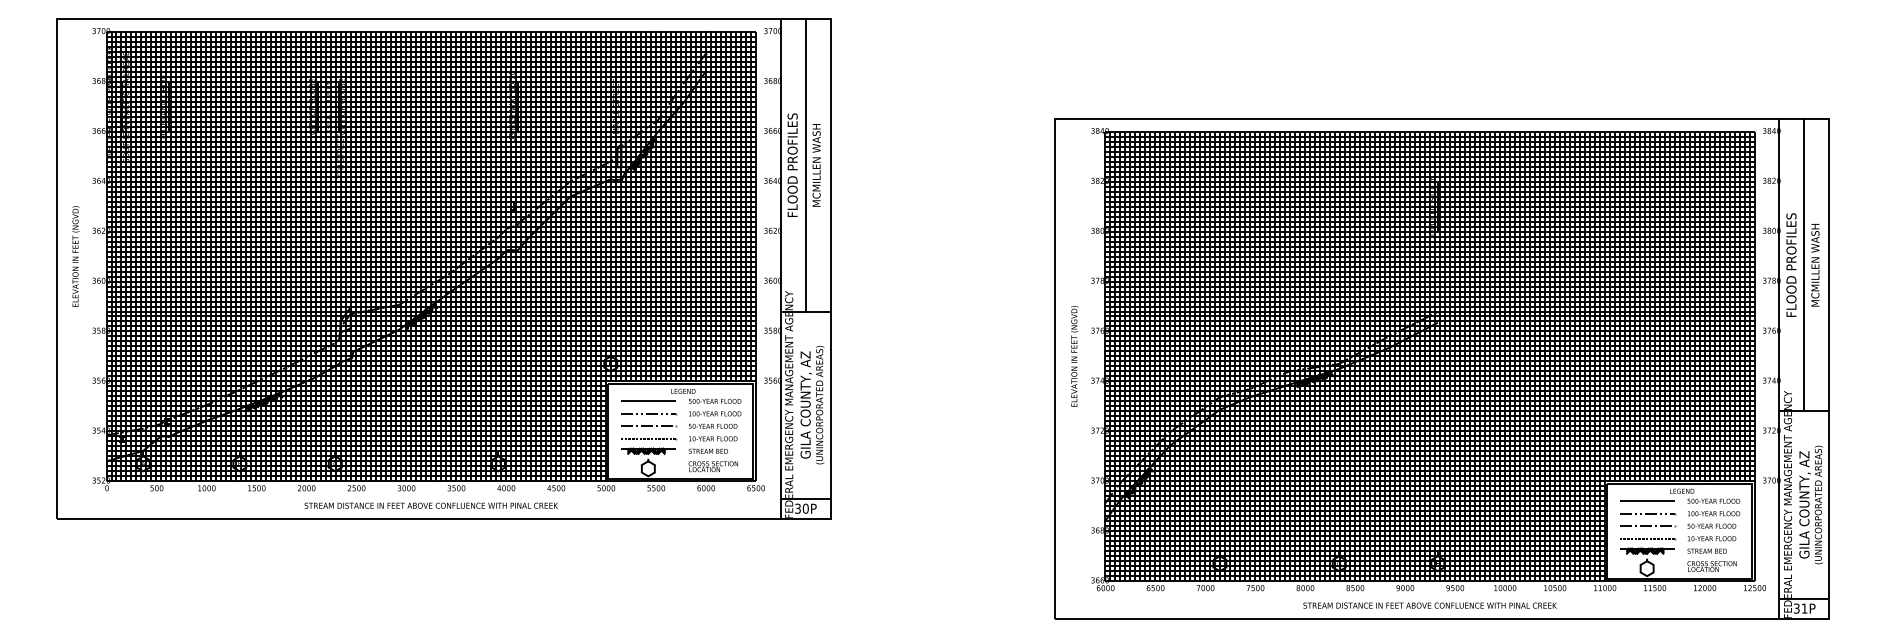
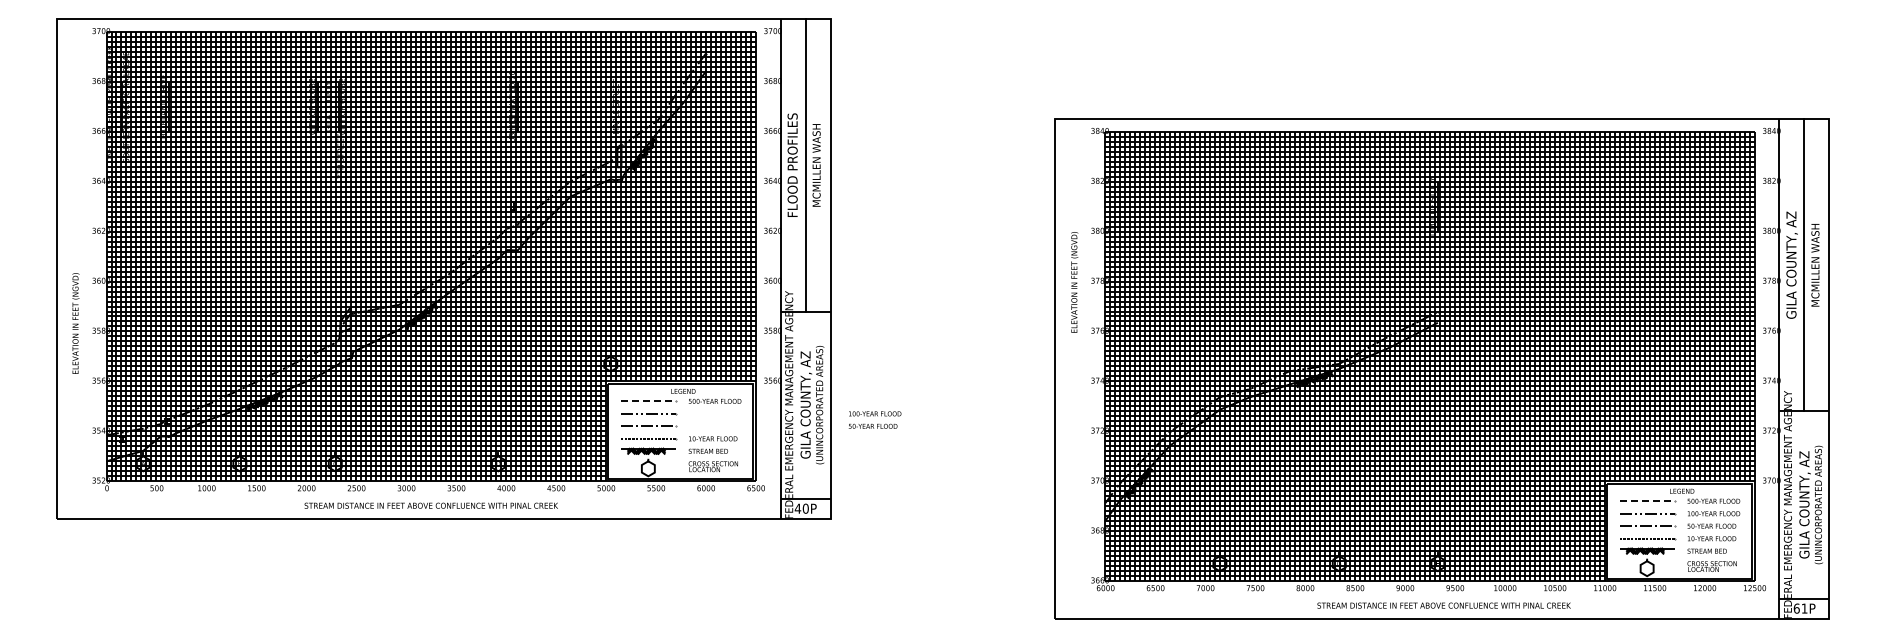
text at (75, 256) position: (75, 256) -> (75, 323)
text at (1791, 264): FLOOD PROFILES -> GILA COUNTY, AZ
text at (1074, 356) position: (1074, 356) -> (1074, 282)
line at (648, 401): solid -> dashed
text at (714, 419) position: (714, 419) -> (874, 419)
line at (1647, 501): solid -> dashed
text at (797, 508): 30P -> 40P
text at (1429, 605) position: (1429, 605) -> (1443, 605)
text at (1796, 608): 31P -> 61P
